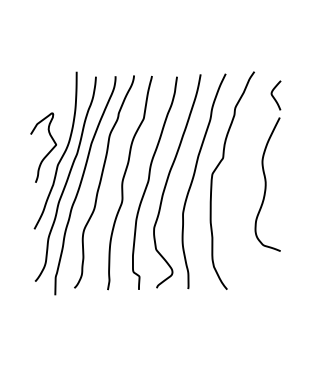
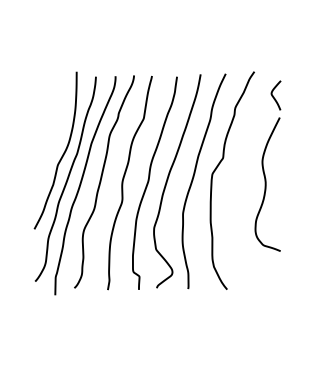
curve at (48, 152): present -> none
